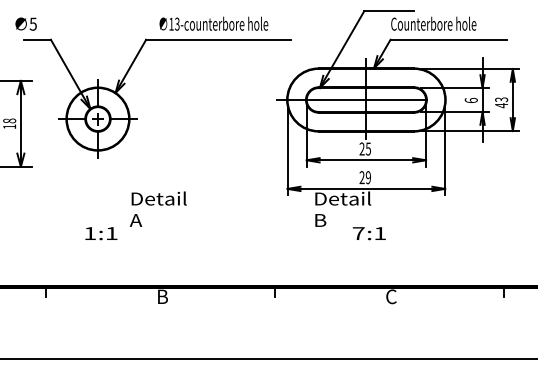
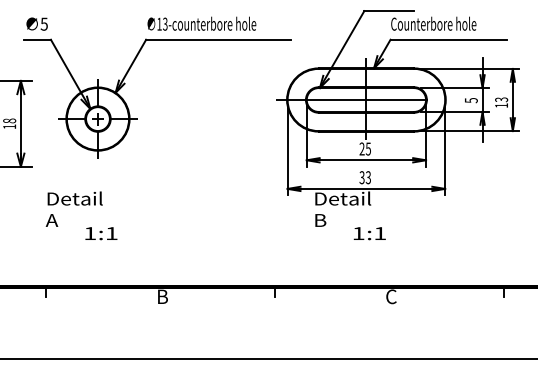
text at (25, 23) position: (25, 23) -> (36, 23)
text at (213, 23) position: (213, 23) -> (201, 23)
text at (470, 100): 6 -> 5
text at (501, 105): 43 -> 13
text at (364, 177): 29 -> 33
text at (157, 208) position: (157, 208) -> (73, 208)
text at (358, 233): 7:1 -> 1:1
